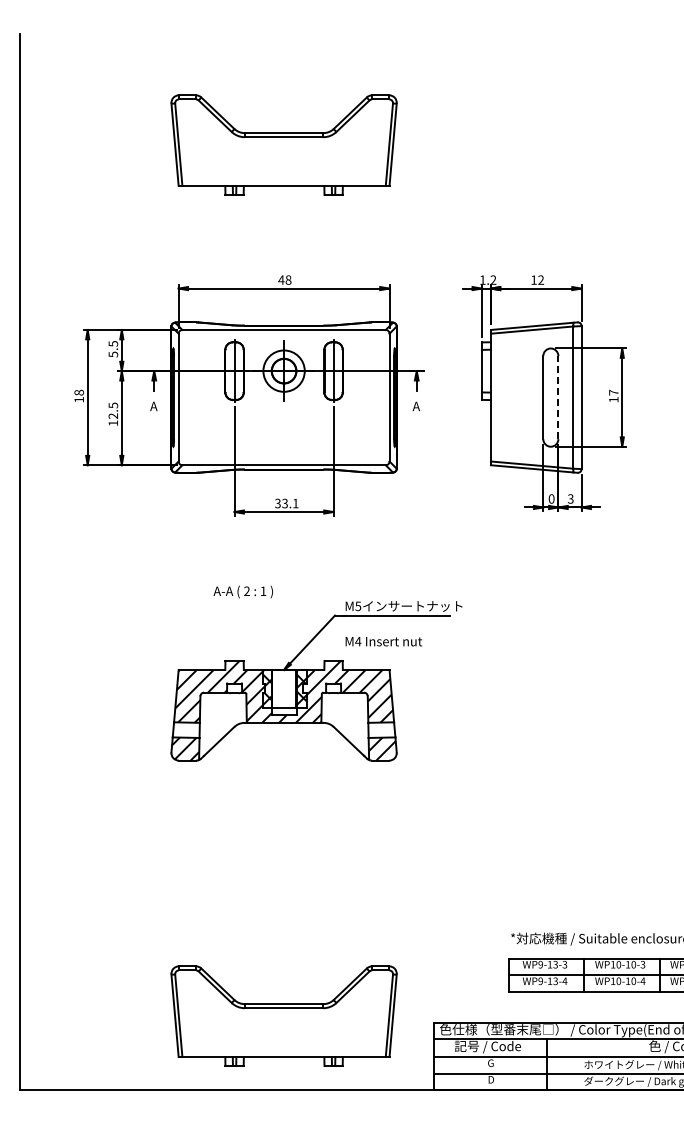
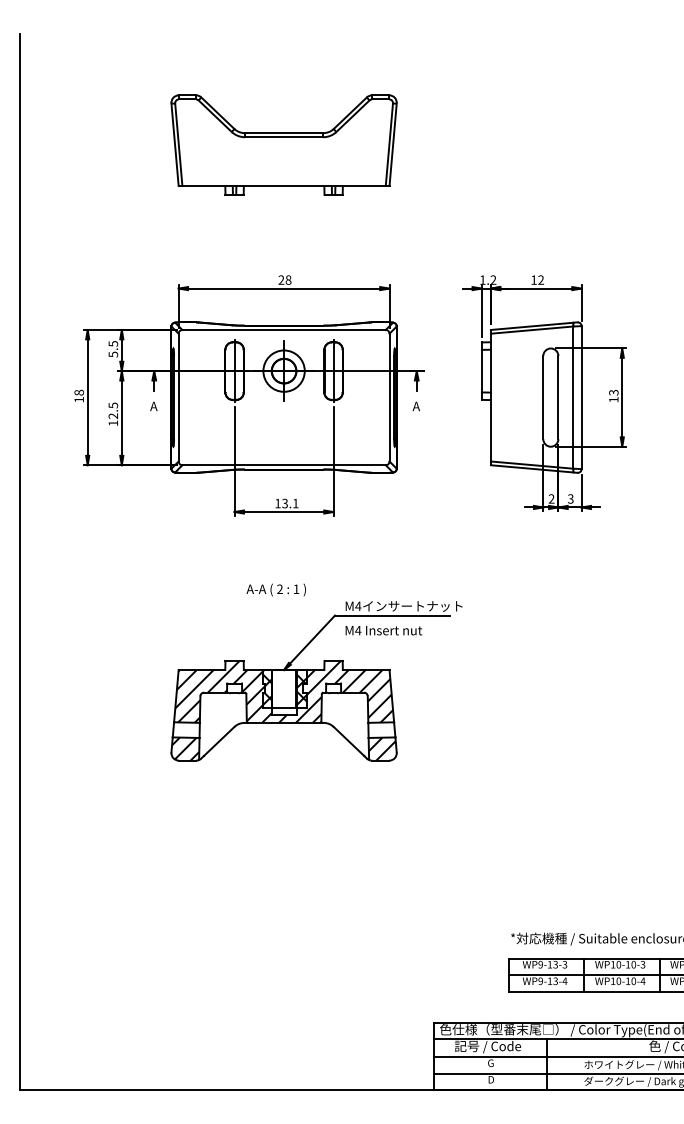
text at (281, 279): 48 -> 28
text at (613, 392): 17 -> 13
line at (558, 397): dashed -> solid
text at (551, 498): 0 -> 2
text at (277, 503): 33.1 -> 13.1
text at (242, 591) position: (242, 591) -> (275, 589)
text at (357, 606): M5 -> M4
text at (383, 641) position: (383, 641) -> (383, 630)
part at (283, 1015): present -> none
